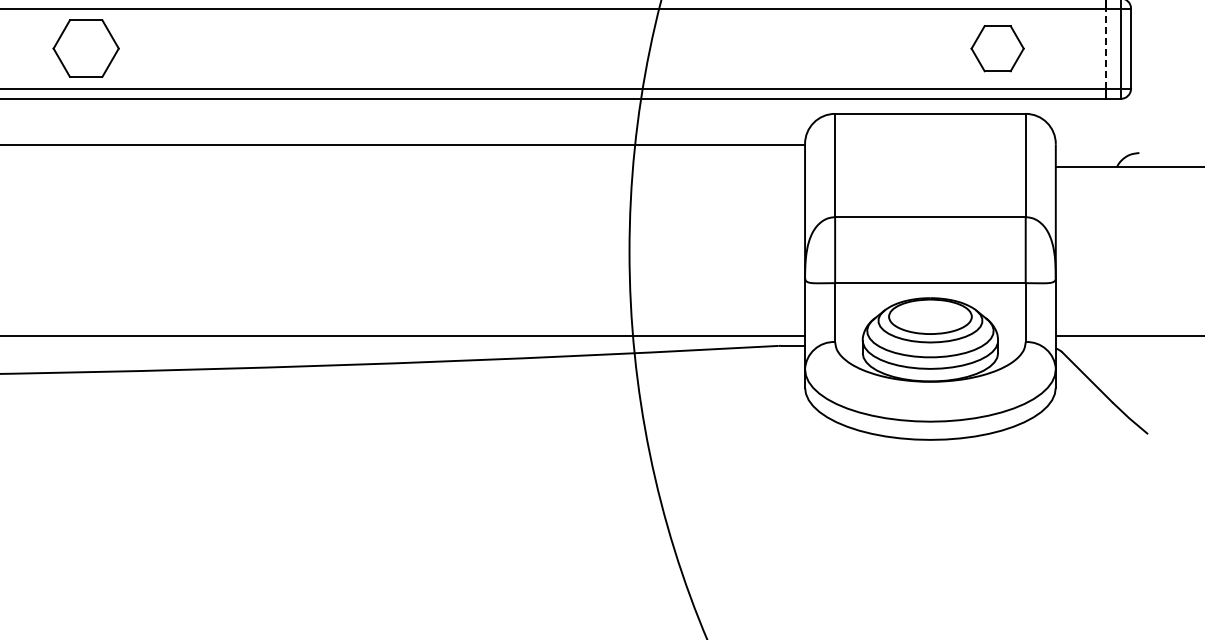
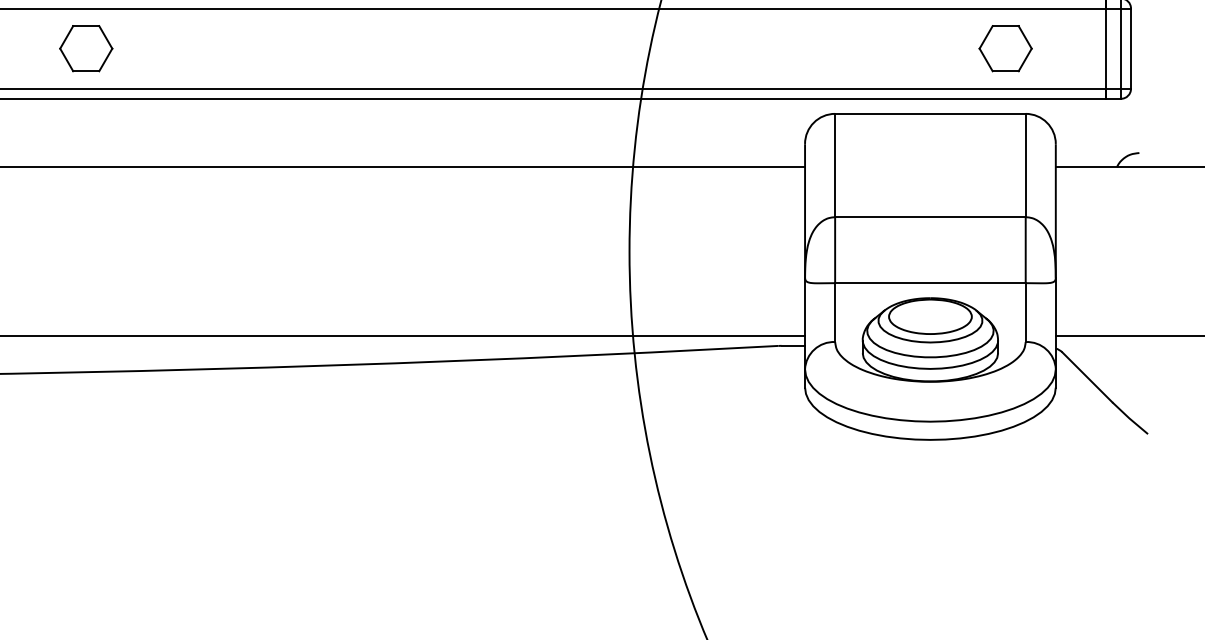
part at (85, 48) size: 68x59 px -> 55x48 px
part at (997, 48) position: (997, 48) -> (1005, 48)
line at (1105, 48): dashed -> solid
line at (403, 145) position: (403, 145) -> (403, 167)
